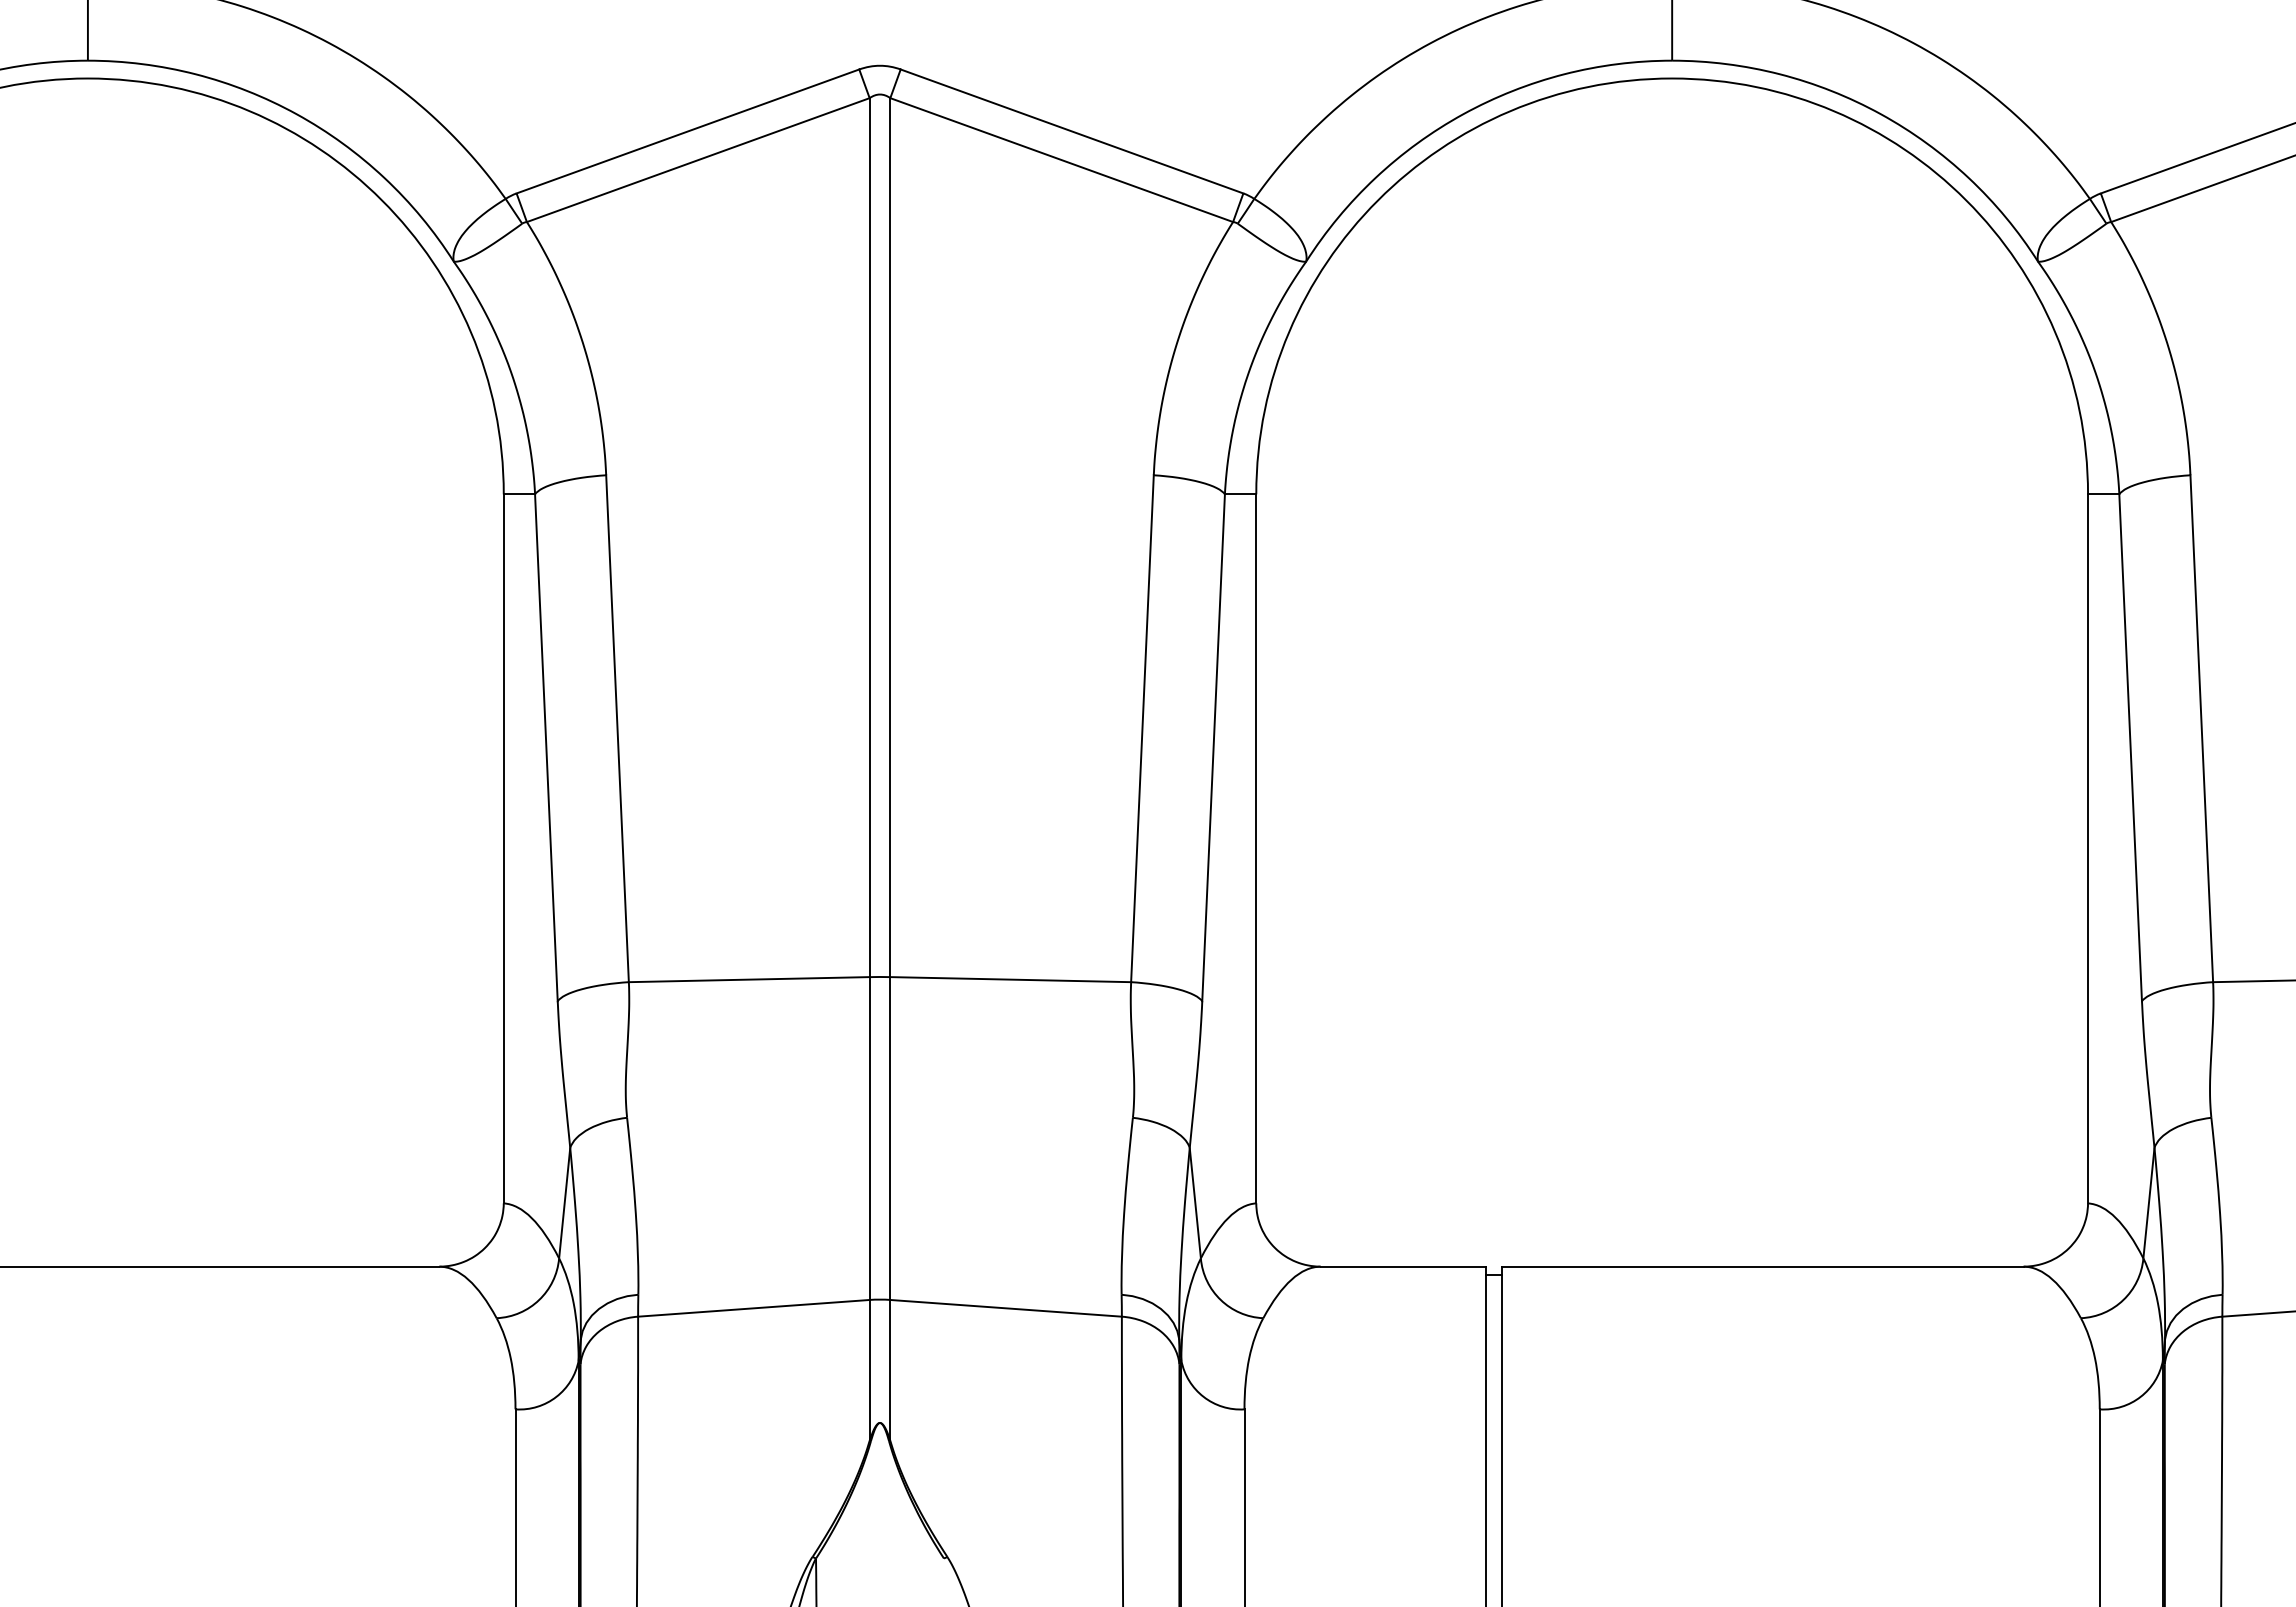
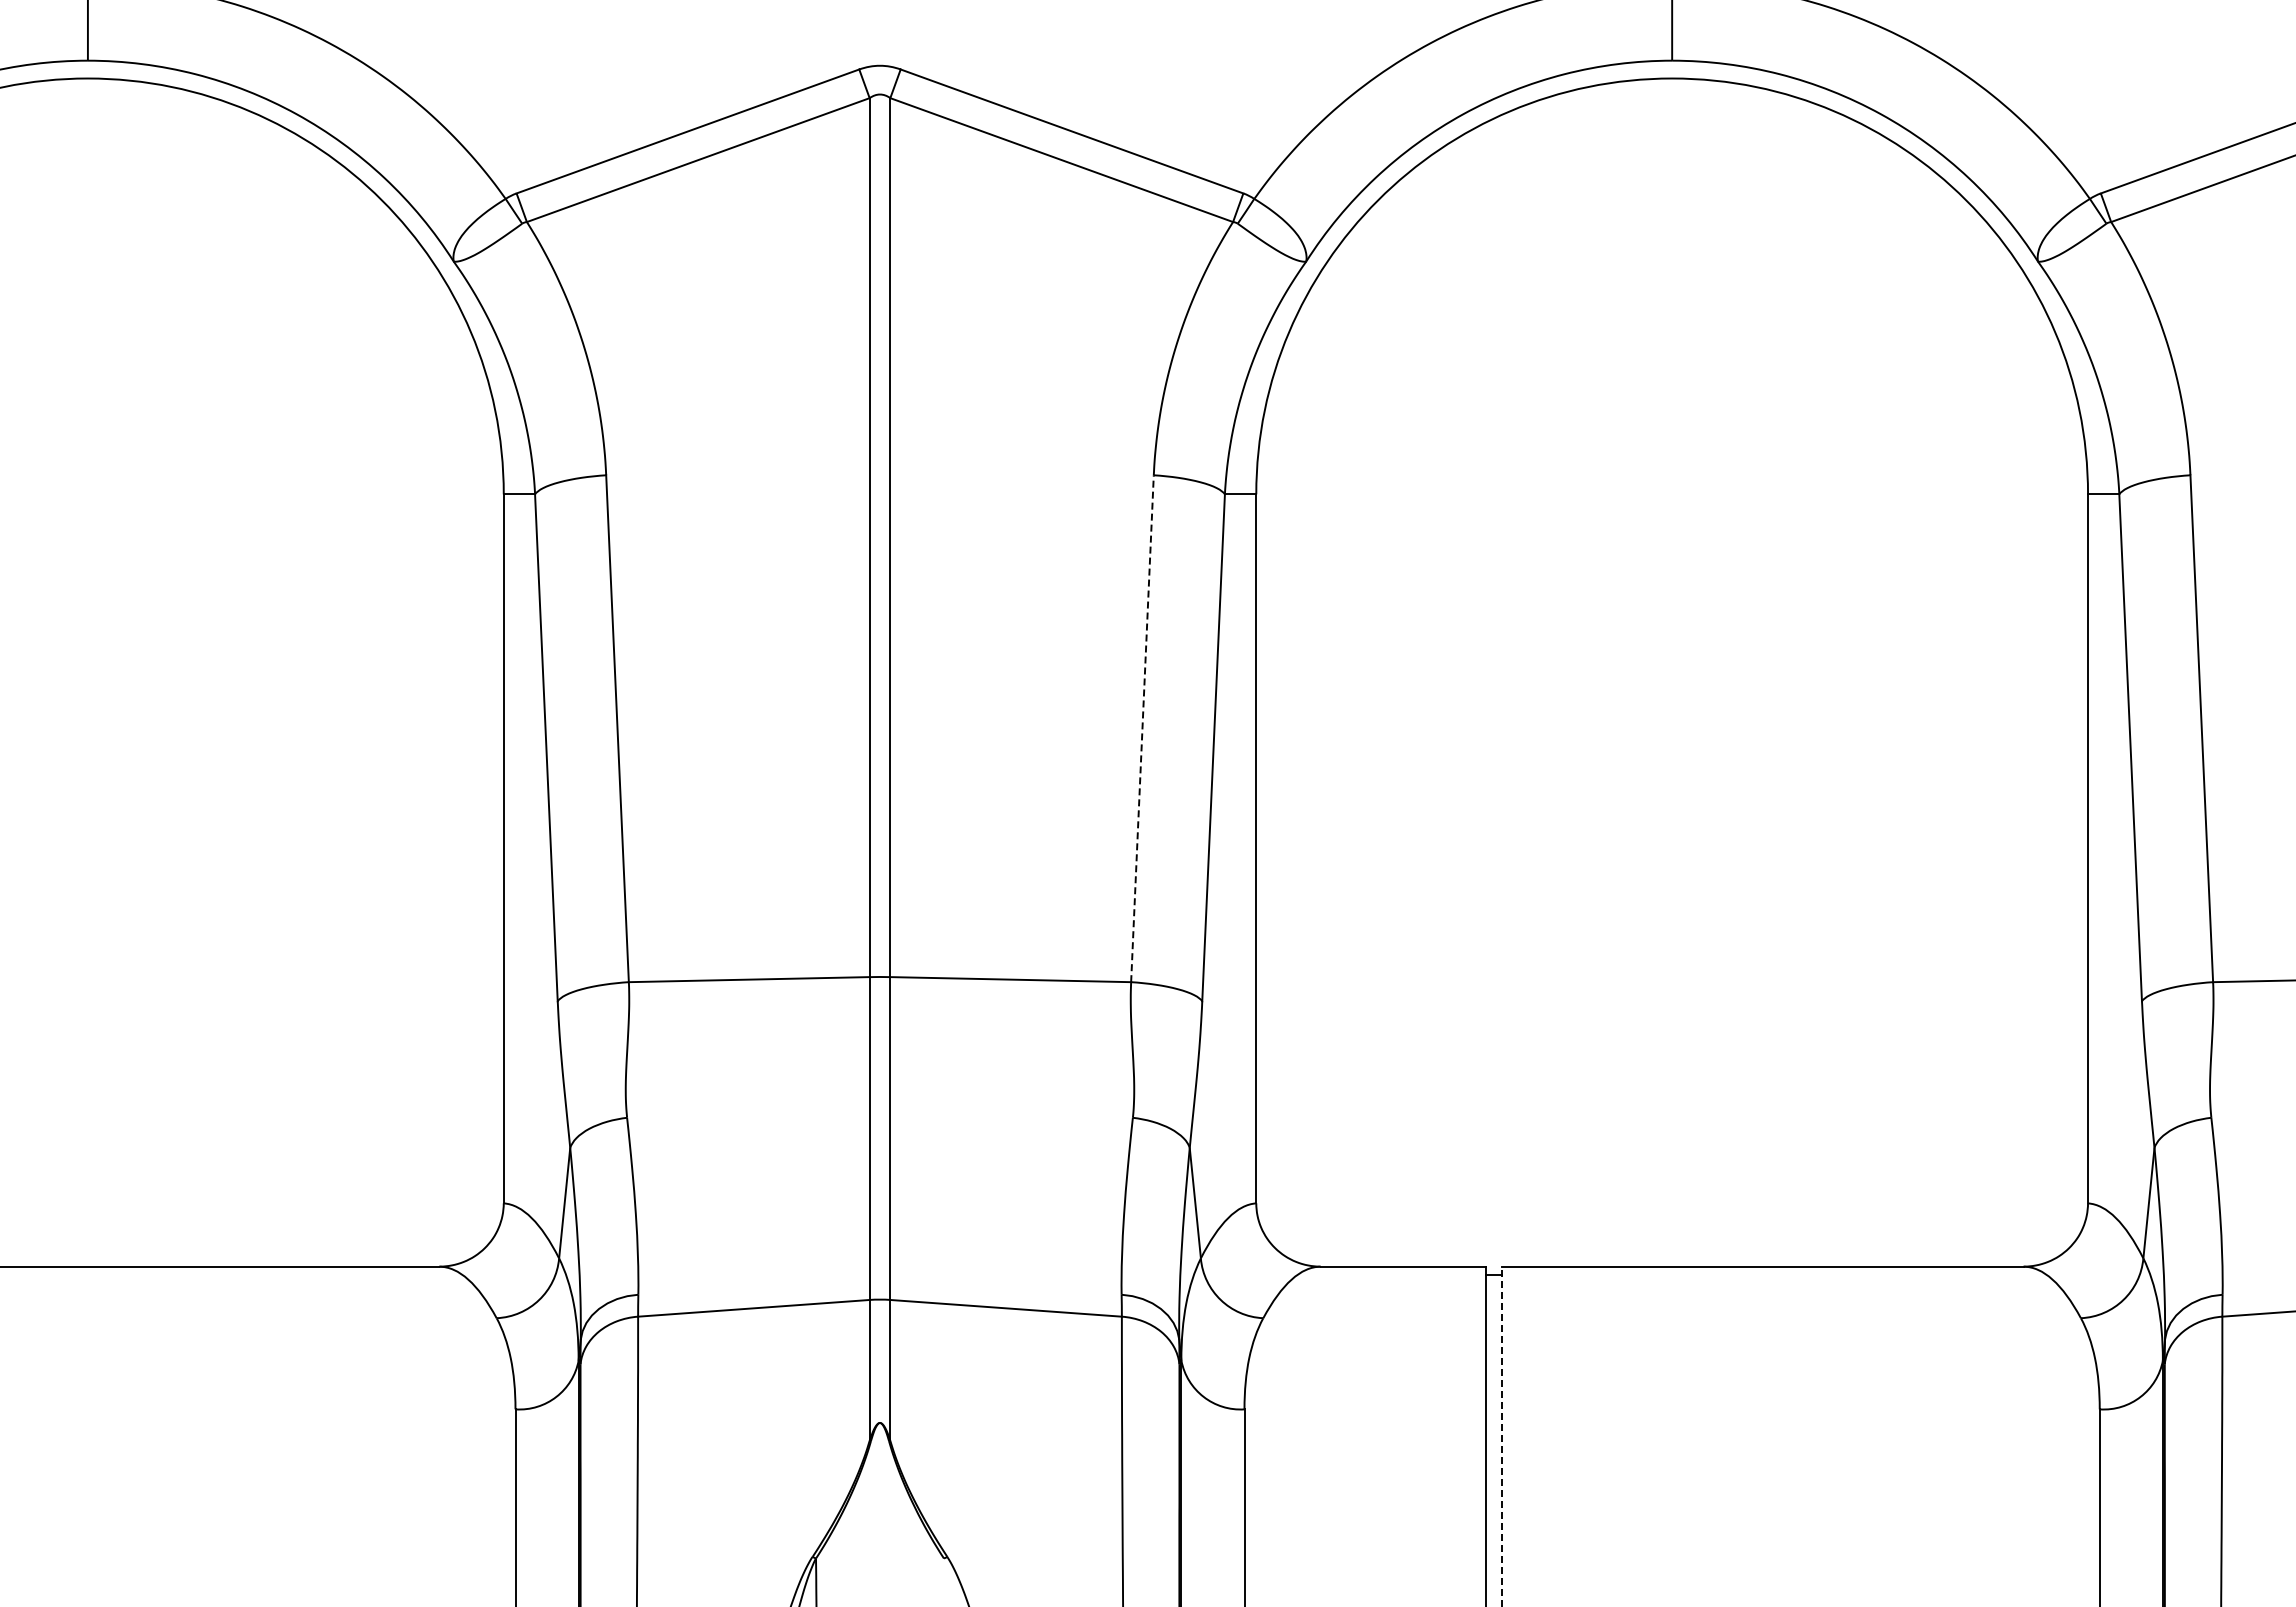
line at (1142, 728): solid -> dashed
line at (1501, 1436): solid -> dashed
